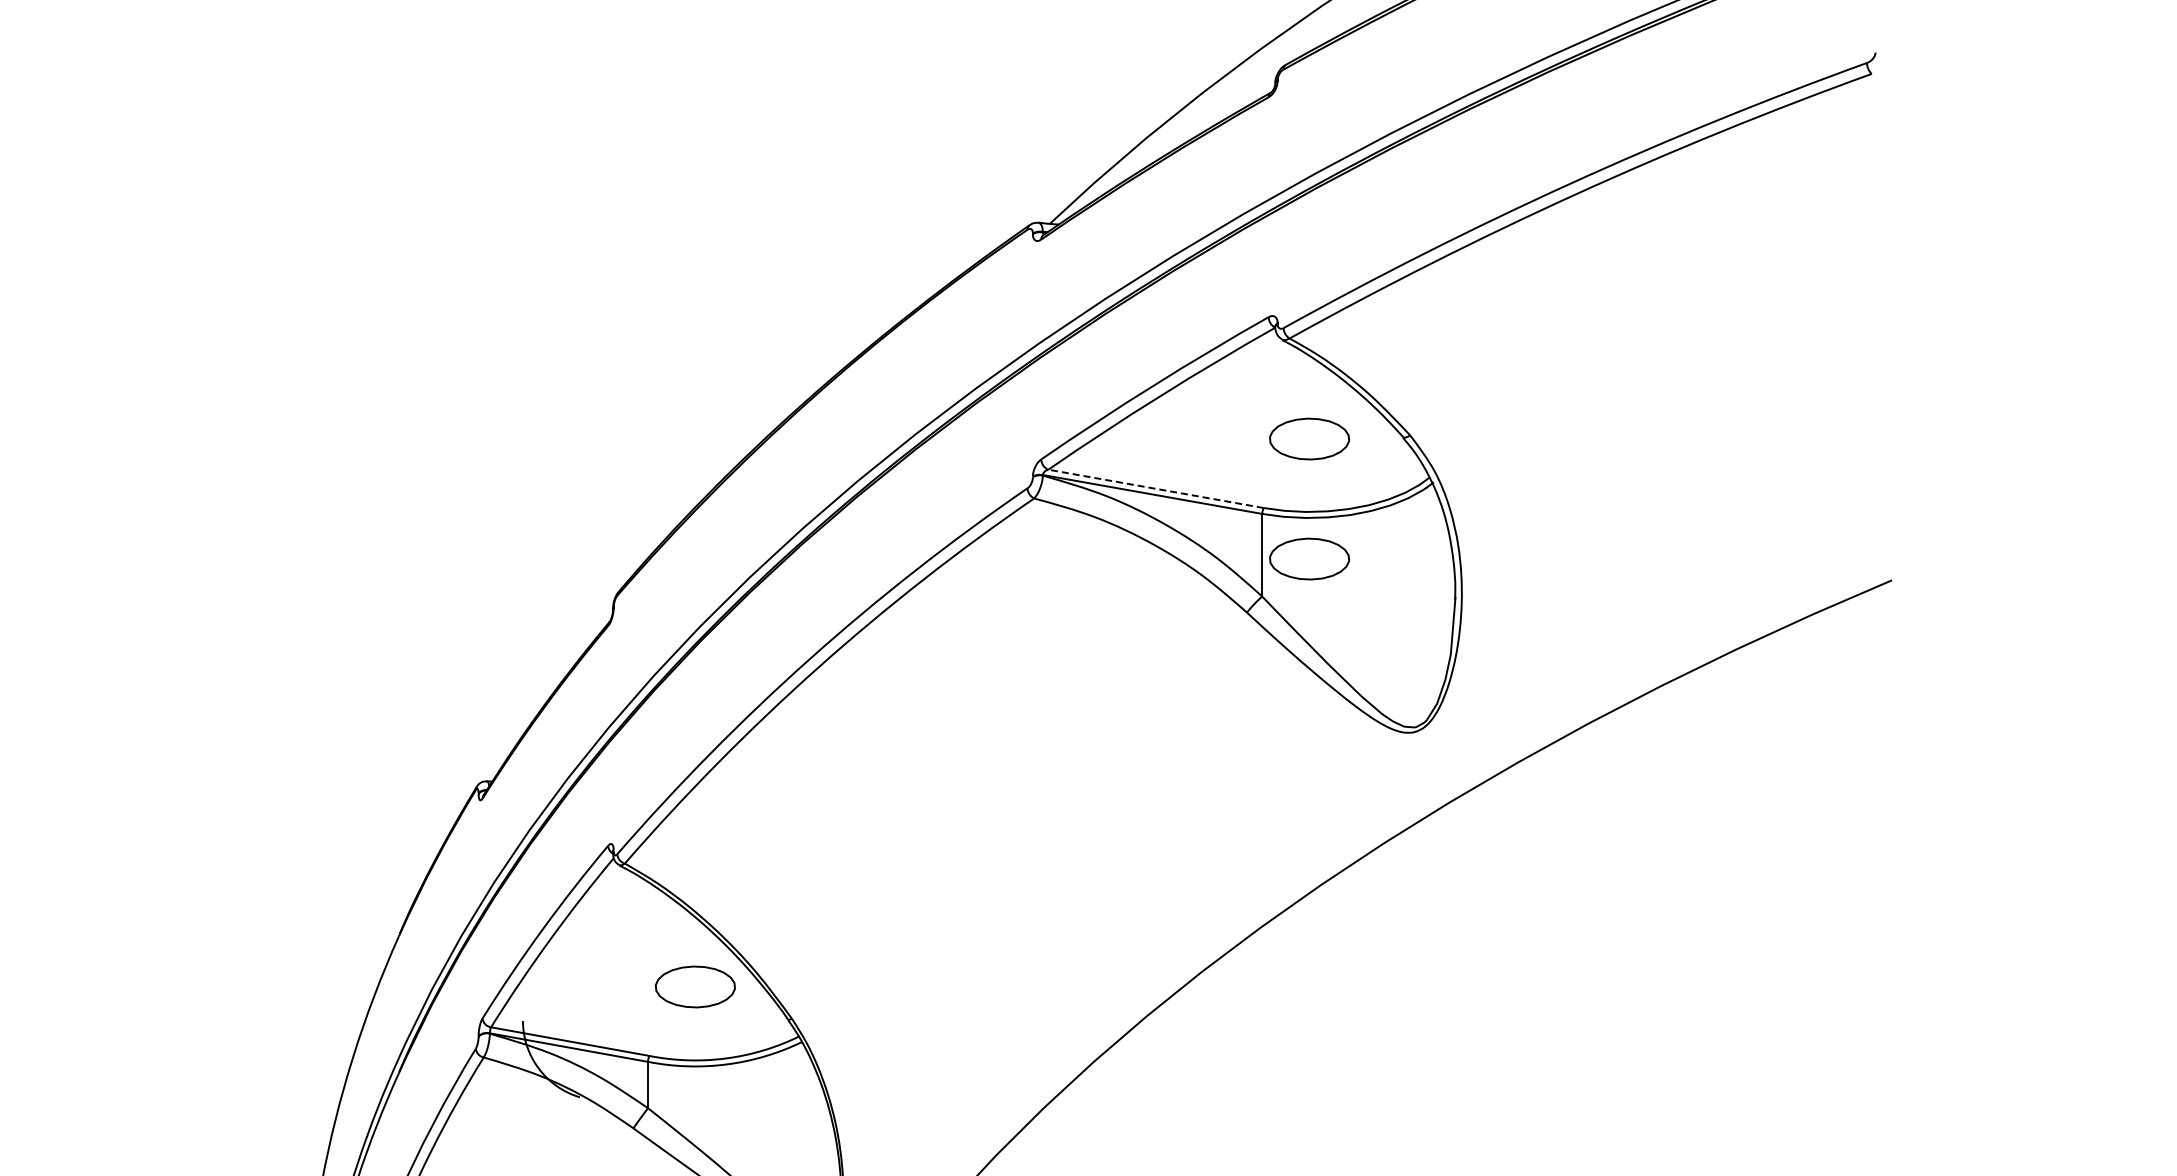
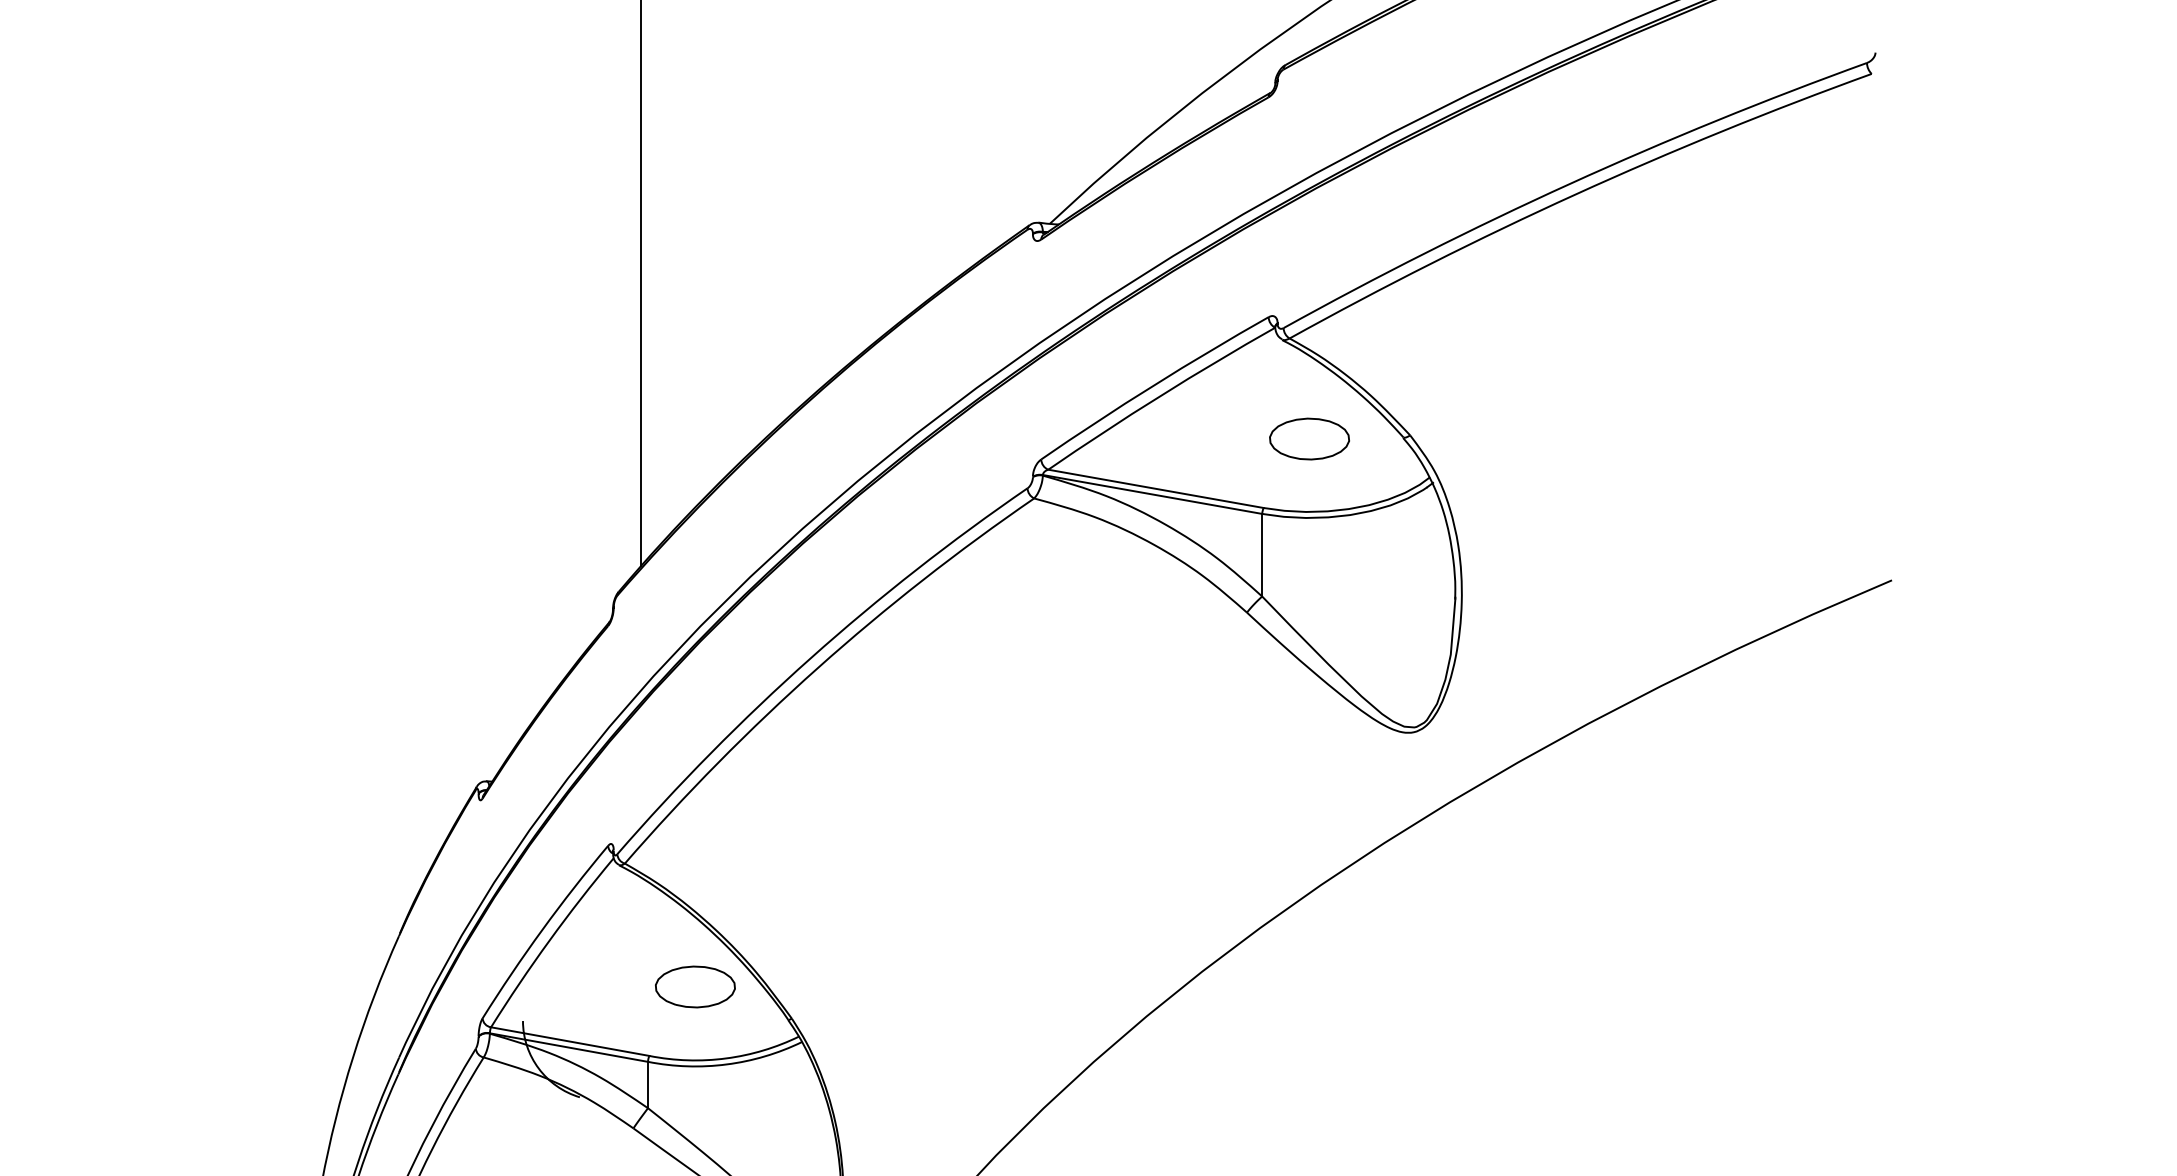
line at (641, 283): none -> present
line at (1155, 488): dashed -> solid
part at (1309, 558): present -> none
